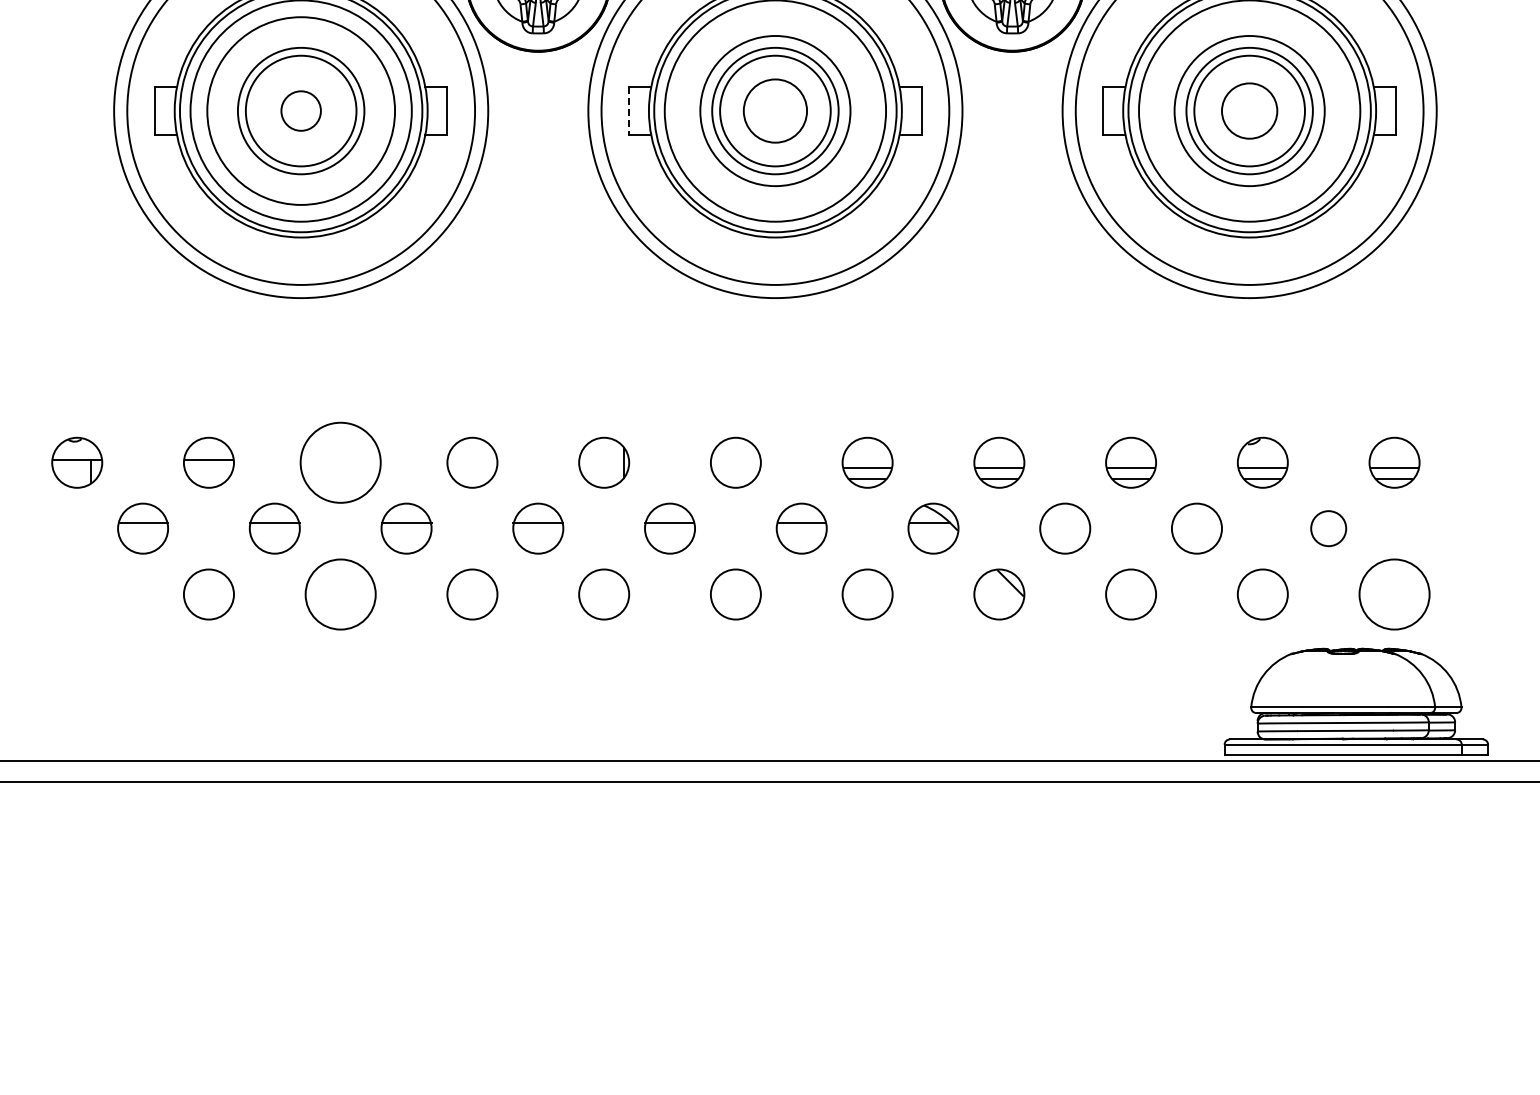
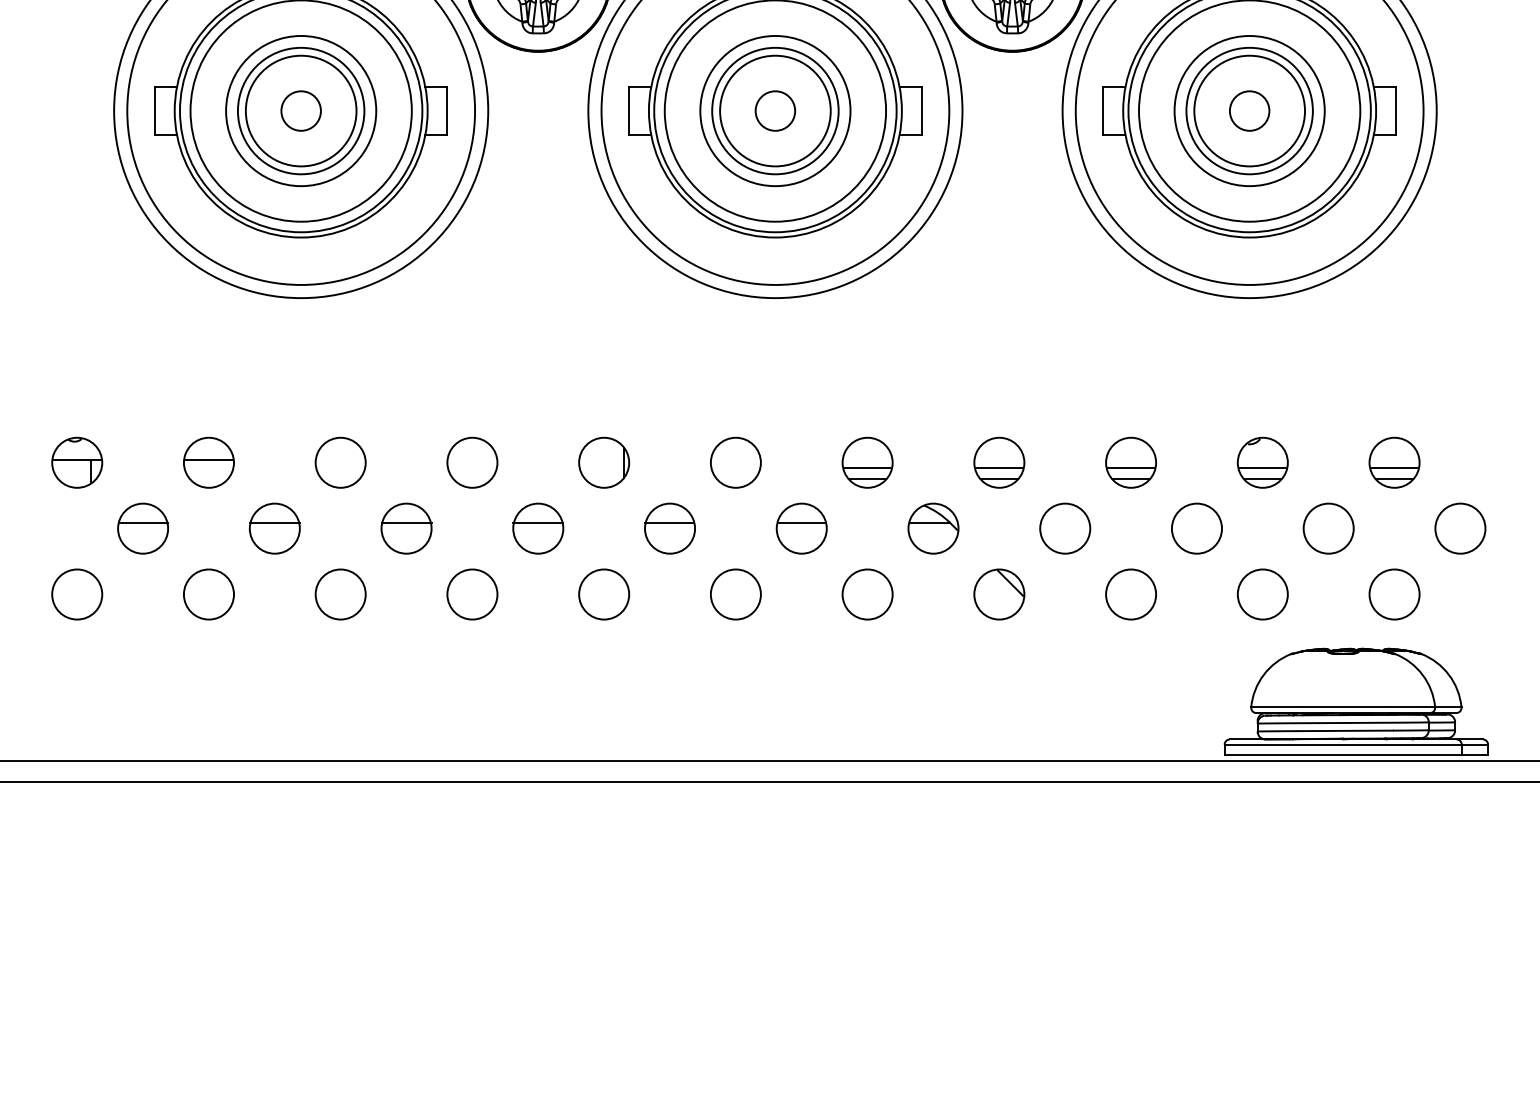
circle at (301, 110) diameter: 188 px -> 150 px
circle at (775, 110) diameter: 63 px -> 40 px
circle at (1249, 110) diameter: 55 px -> 40 px
line at (629, 111): dashed -> solid
circle at (340, 462) diameter: 80 px -> 50 px
circle at (1328, 528) diameter: 35 px -> 50 px
circle at (1460, 528): none -> present
circle at (77, 594): none -> present
circle at (340, 594) diameter: 70 px -> 50 px
circle at (1394, 594) diameter: 70 px -> 50 px
